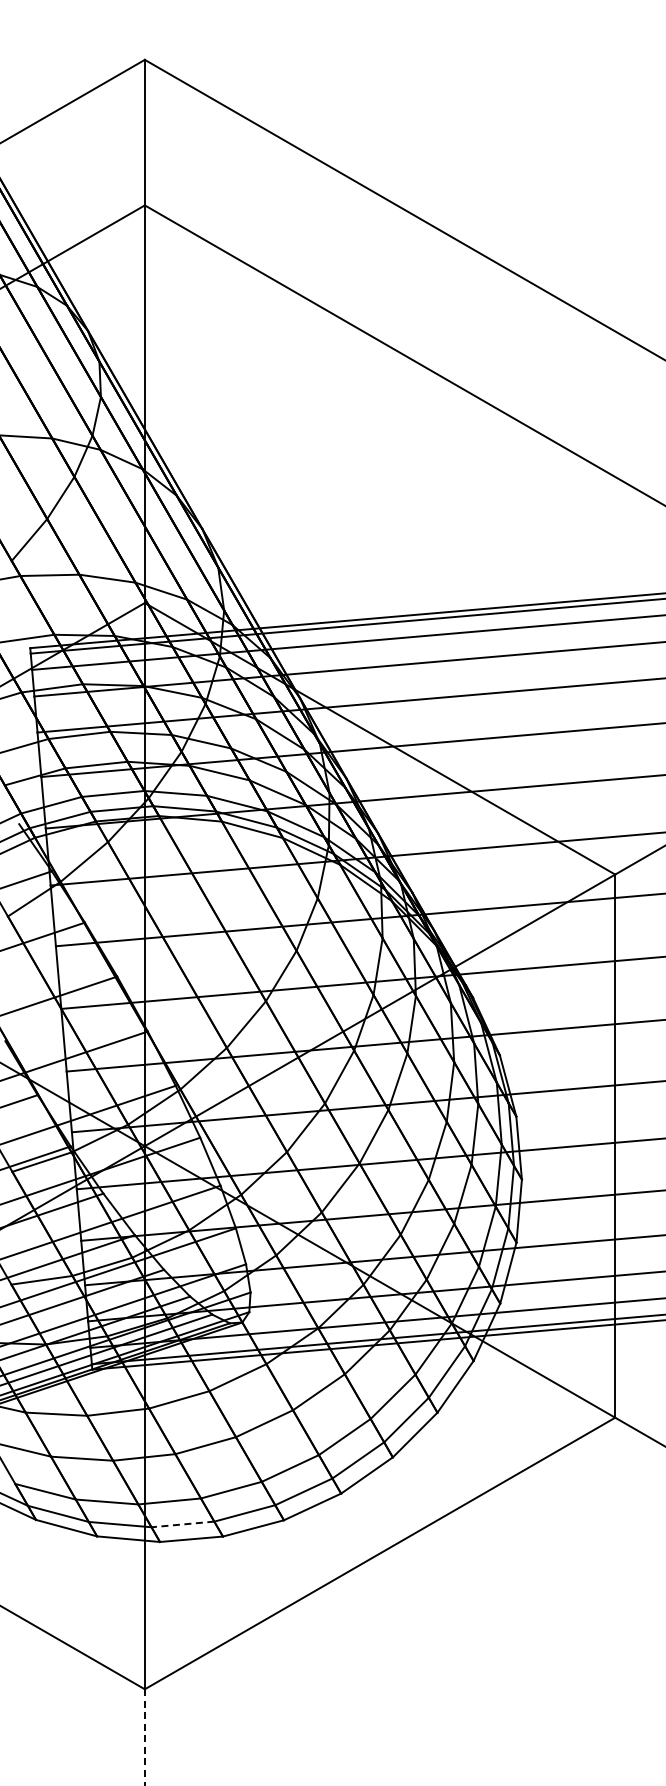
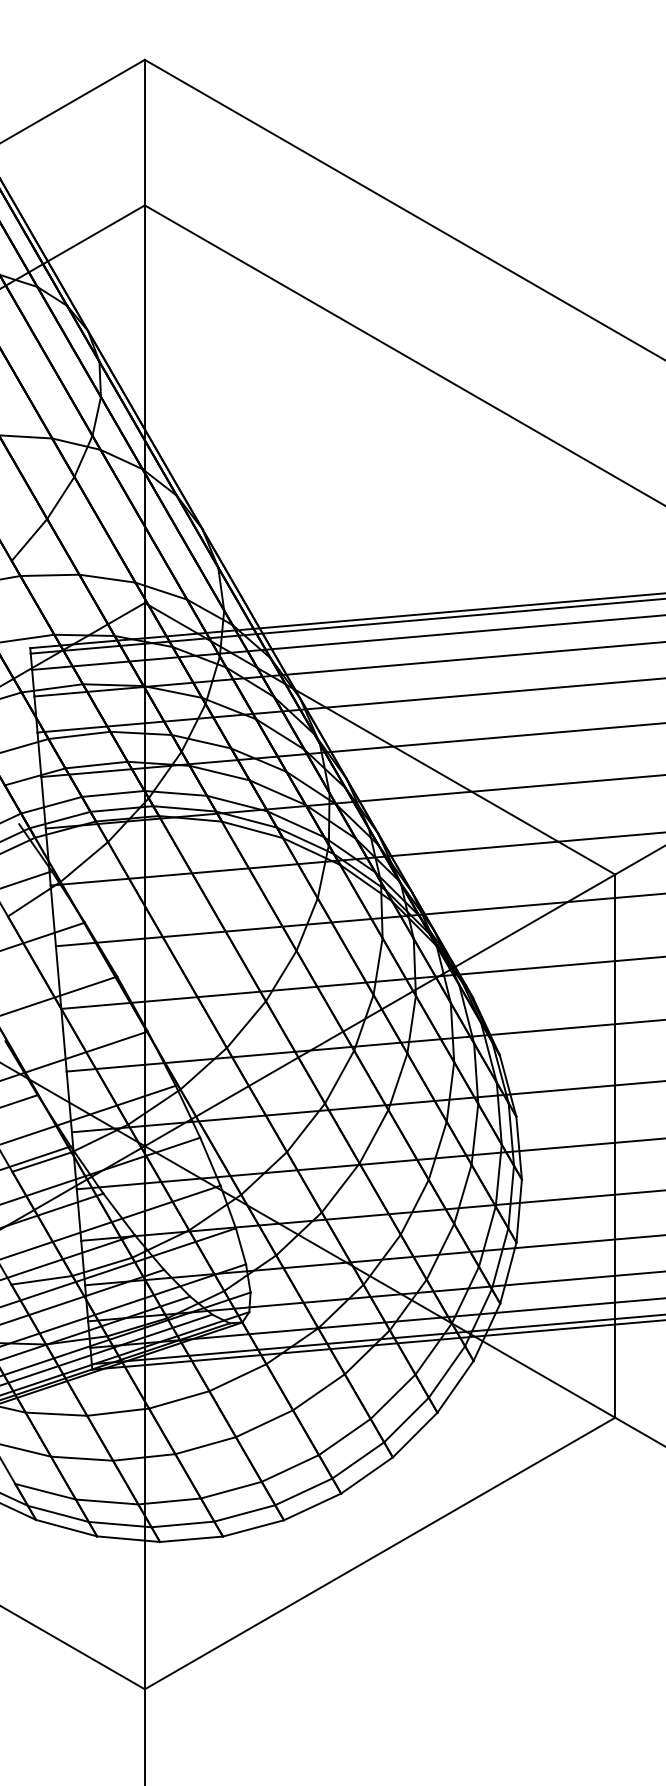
line at (182, 1524): dashed -> solid
line at (144, 1737): dashed -> solid
